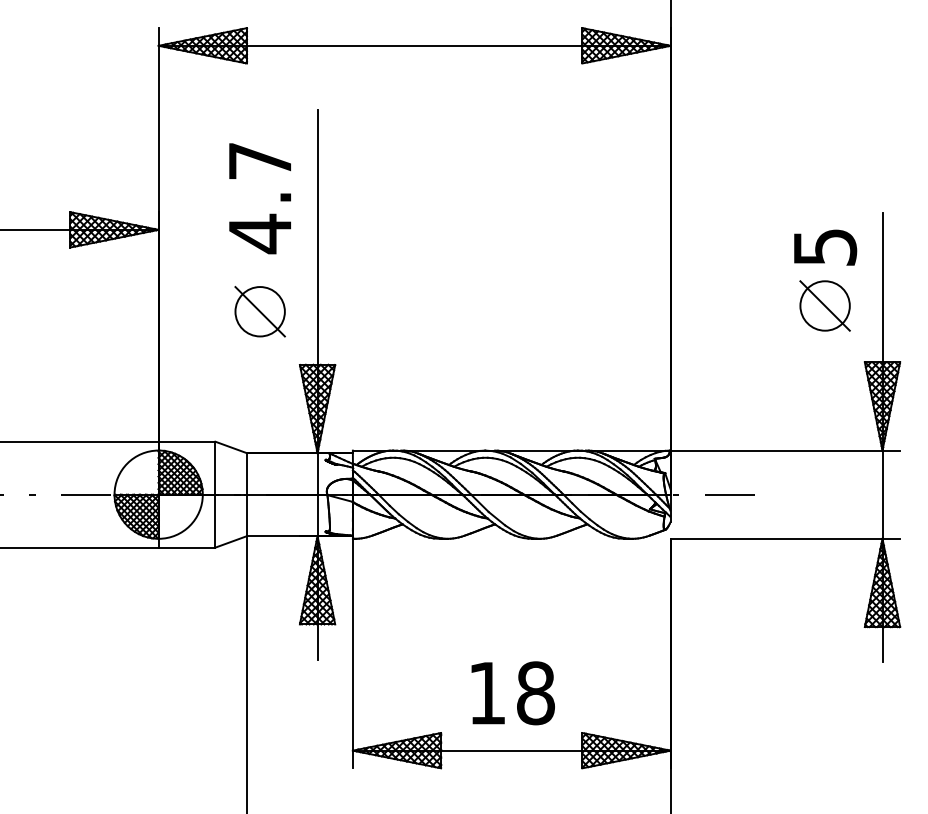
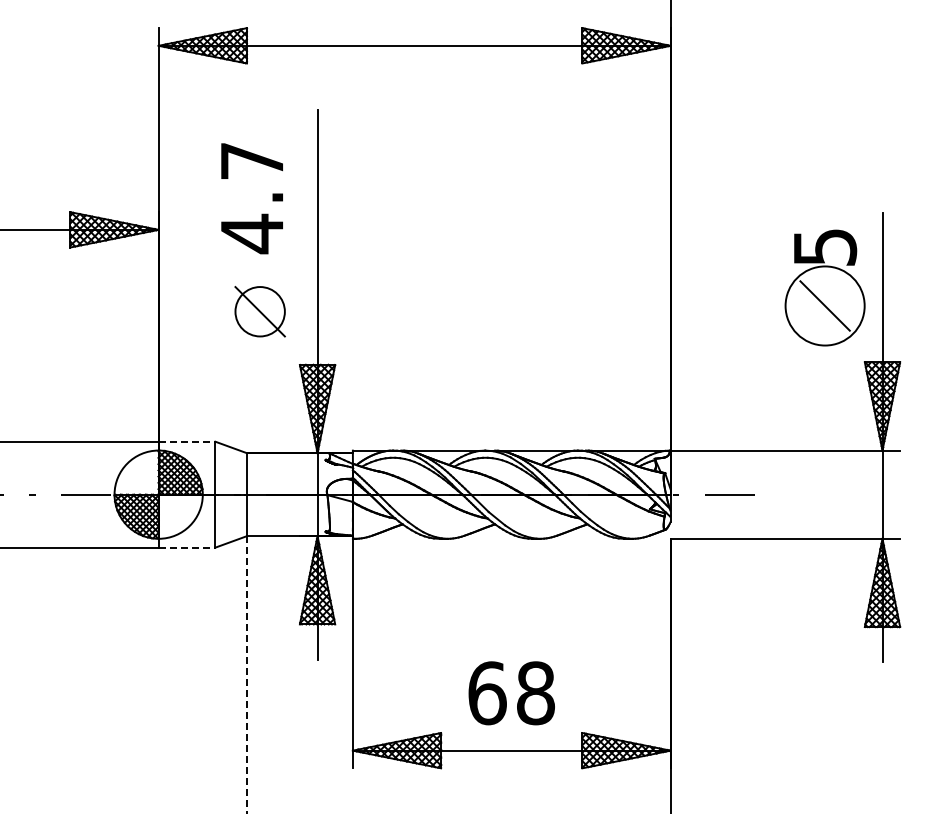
text at (259, 198) position: (259, 198) -> (251, 198)
circle at (824, 305) diameter: 49 px -> 79 px
line at (187, 441): solid -> dashed
line at (187, 547): solid -> dashed
line at (246, 675): solid -> dashed
text at (487, 693): 18 -> 68
